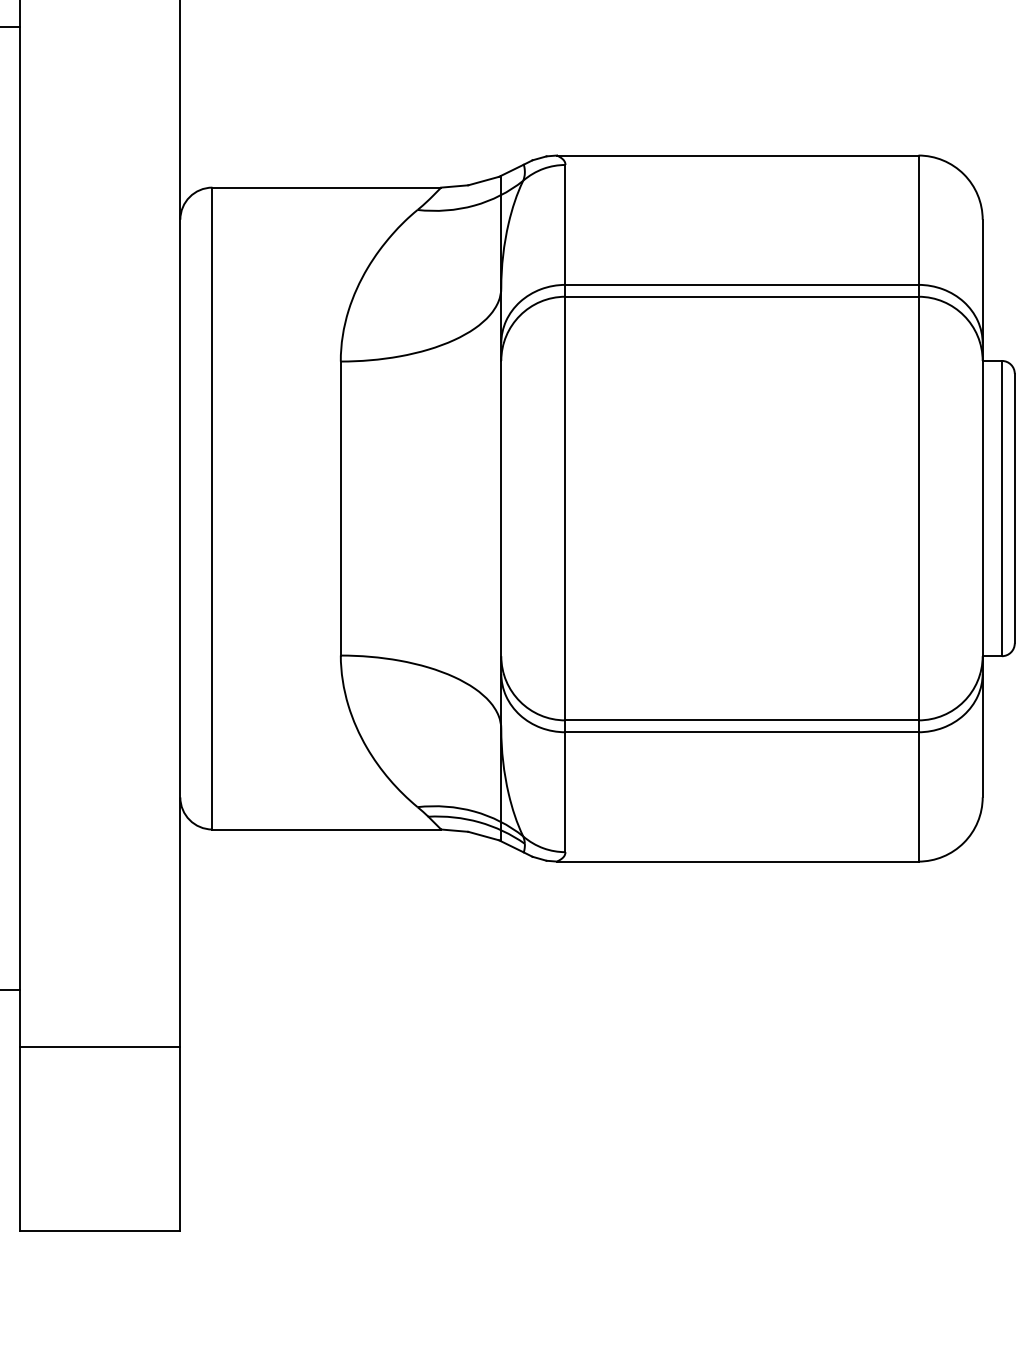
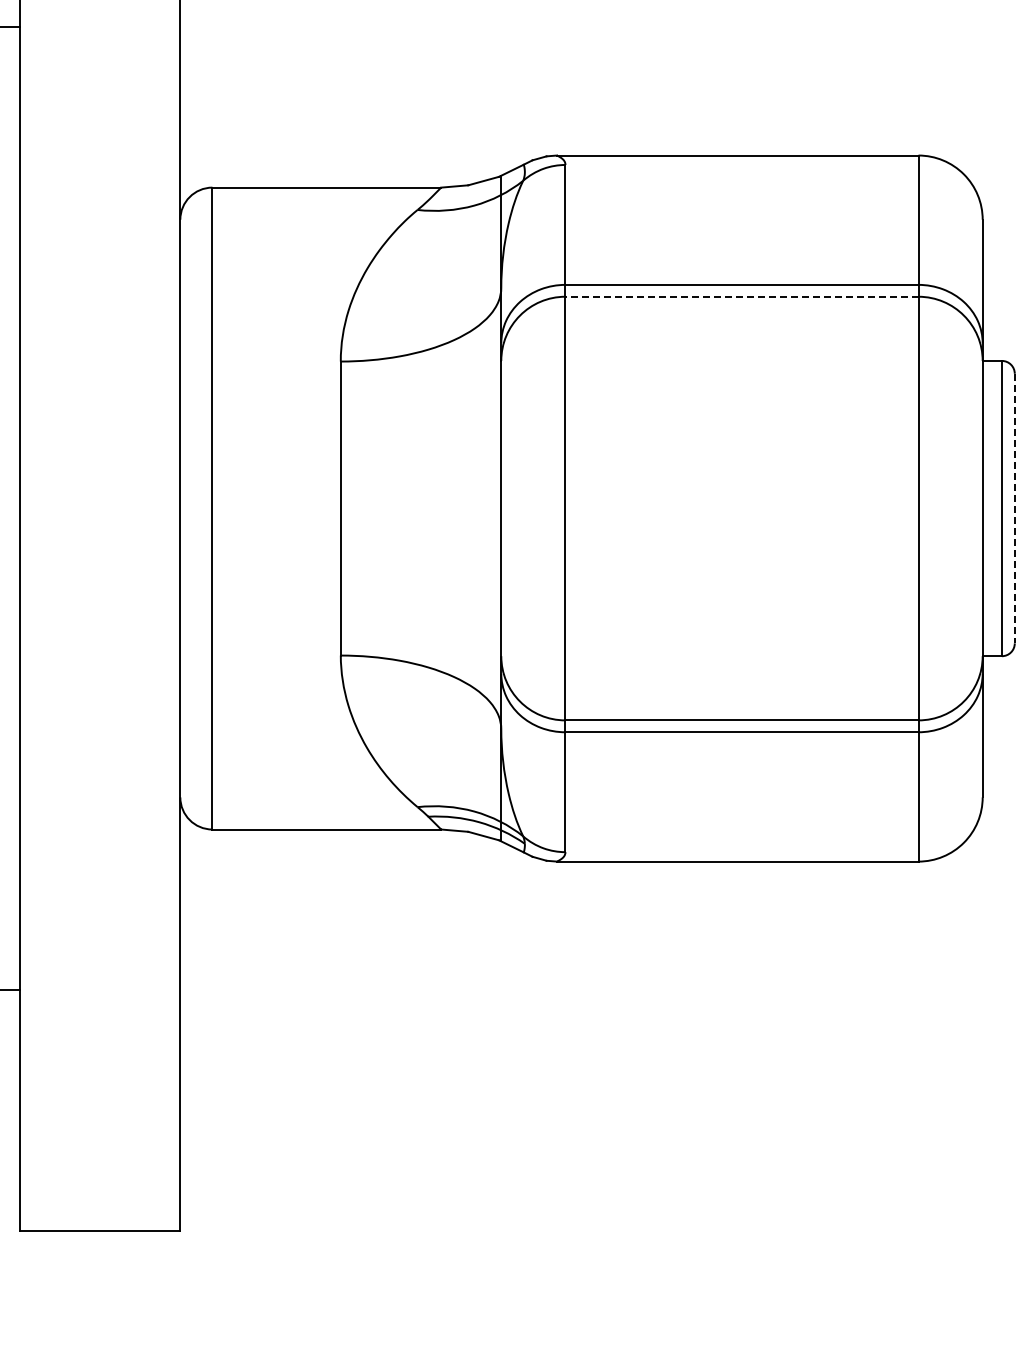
line at (741, 296): solid -> dashed
line at (1014, 508): solid -> dashed
line at (99, 1046): present -> none
